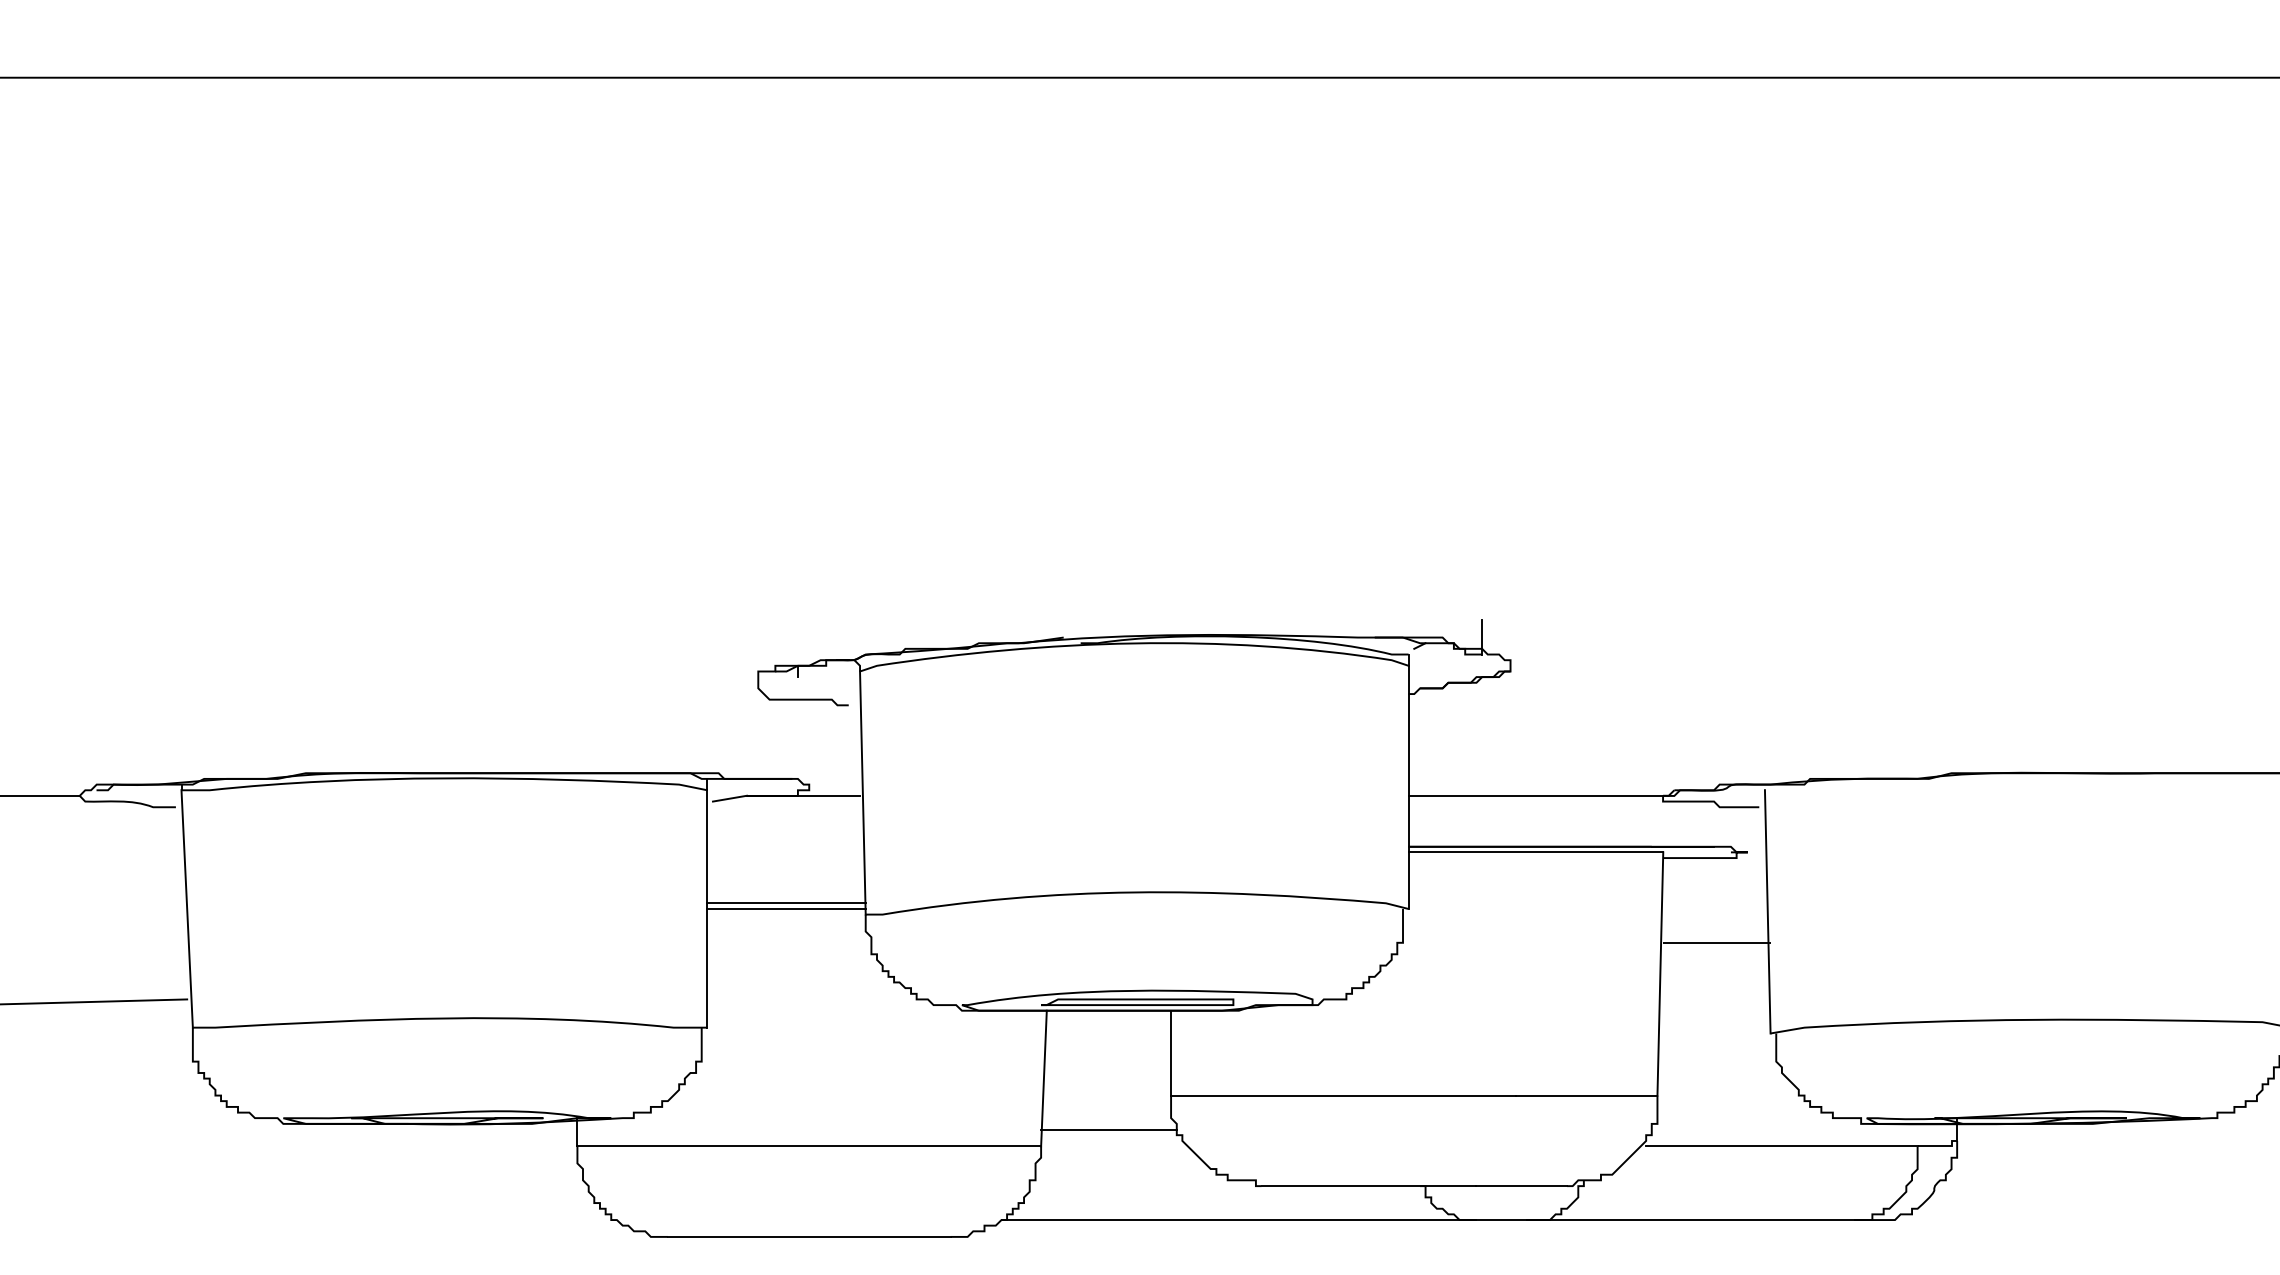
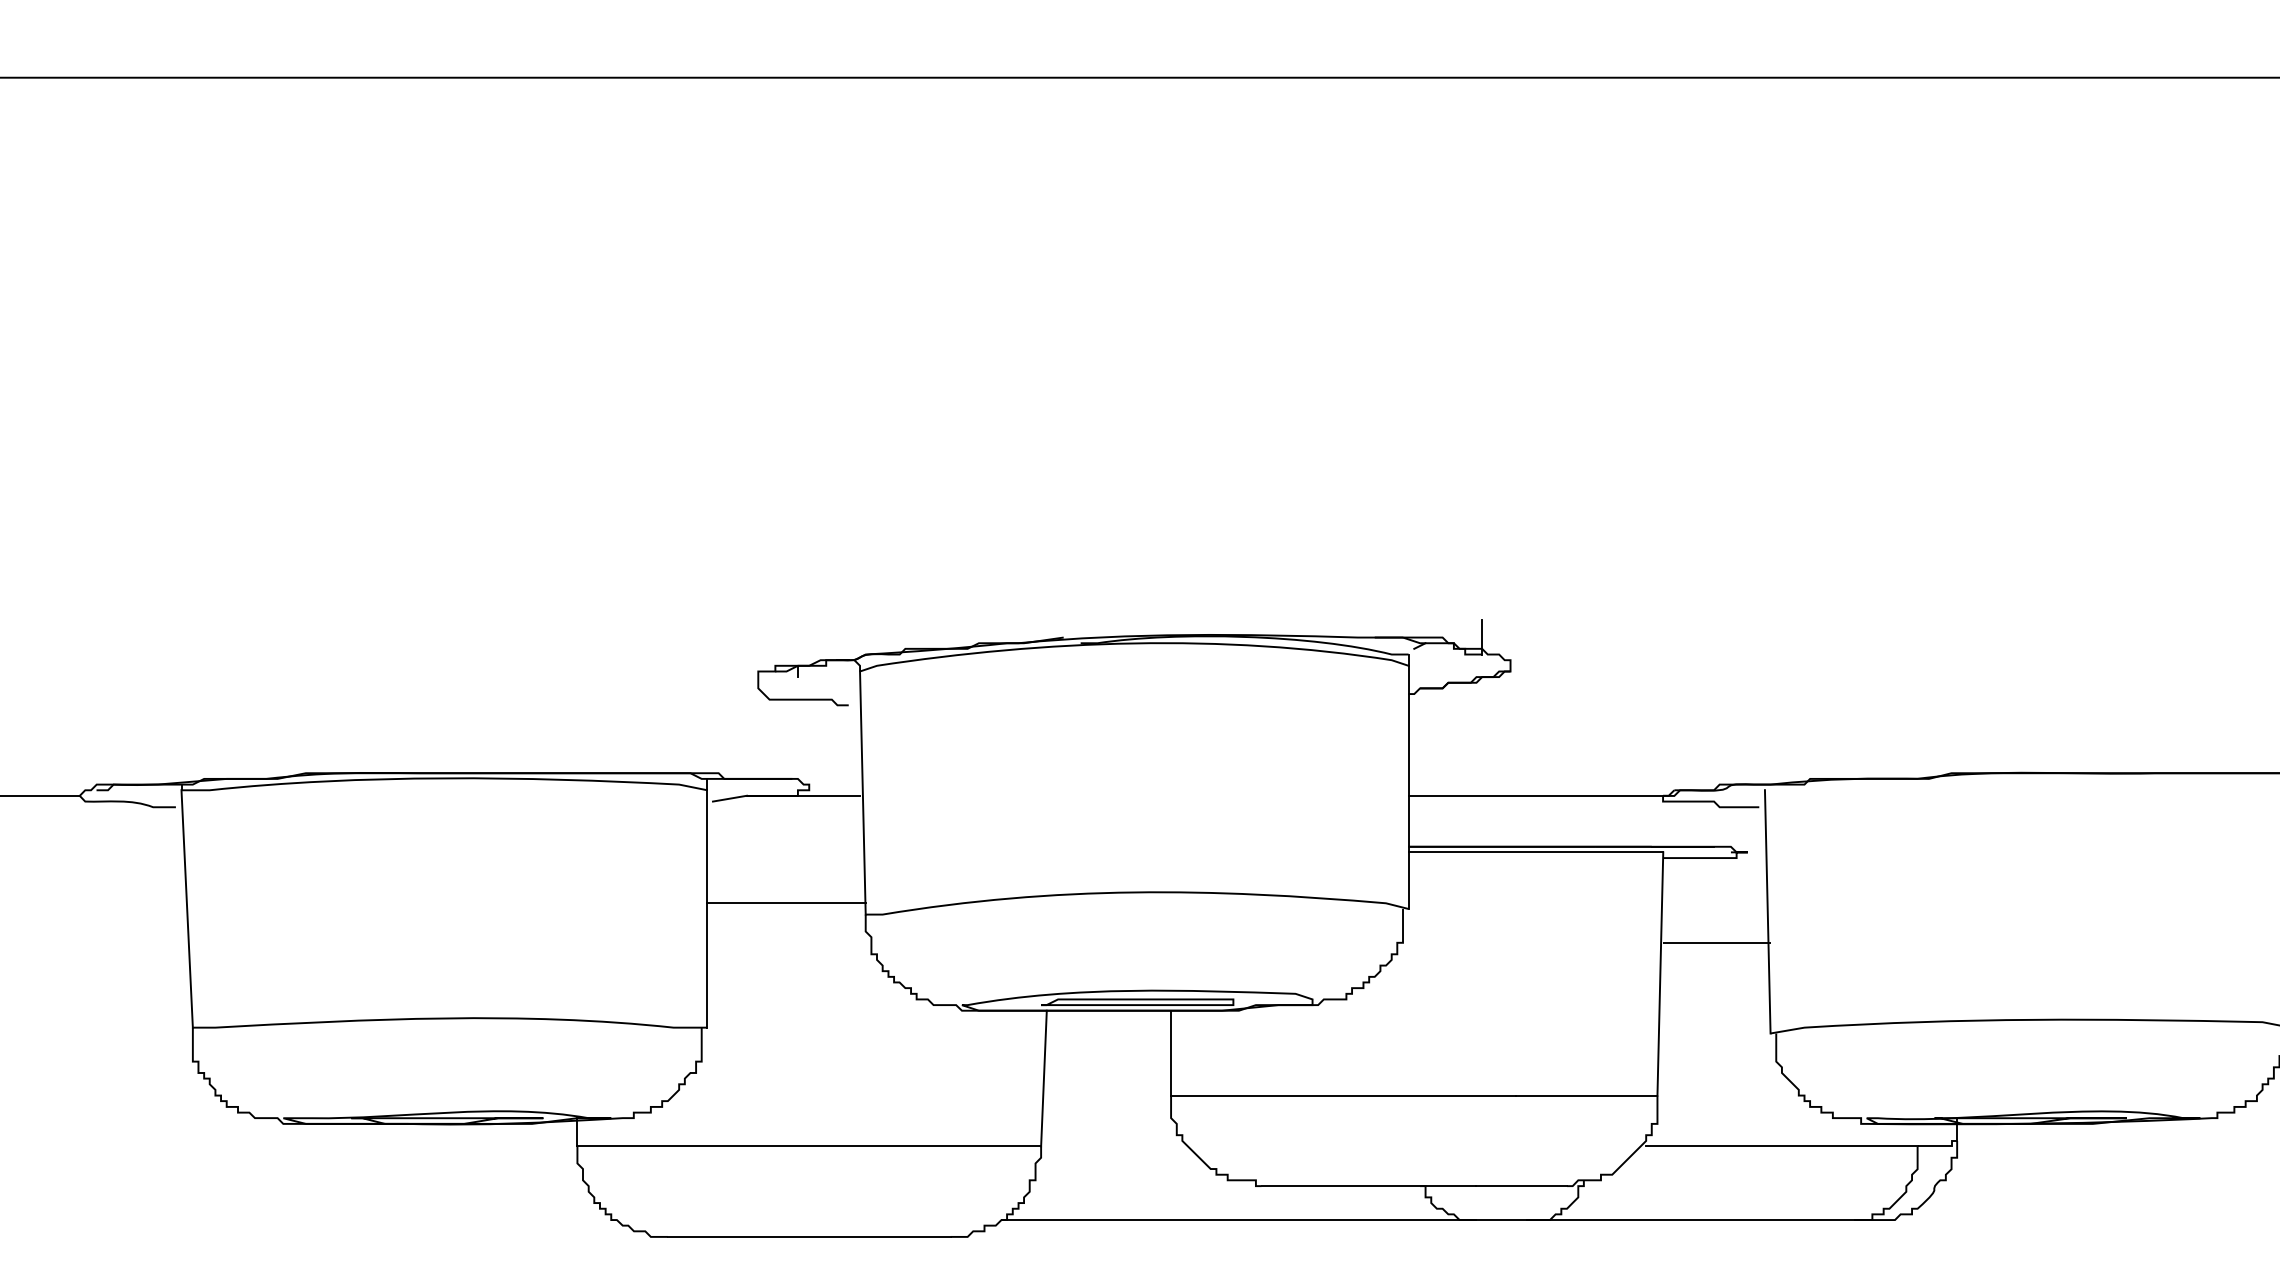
line at (786, 908): present -> none
line at (94, 1001): present -> none
line at (1108, 1129): present -> none
